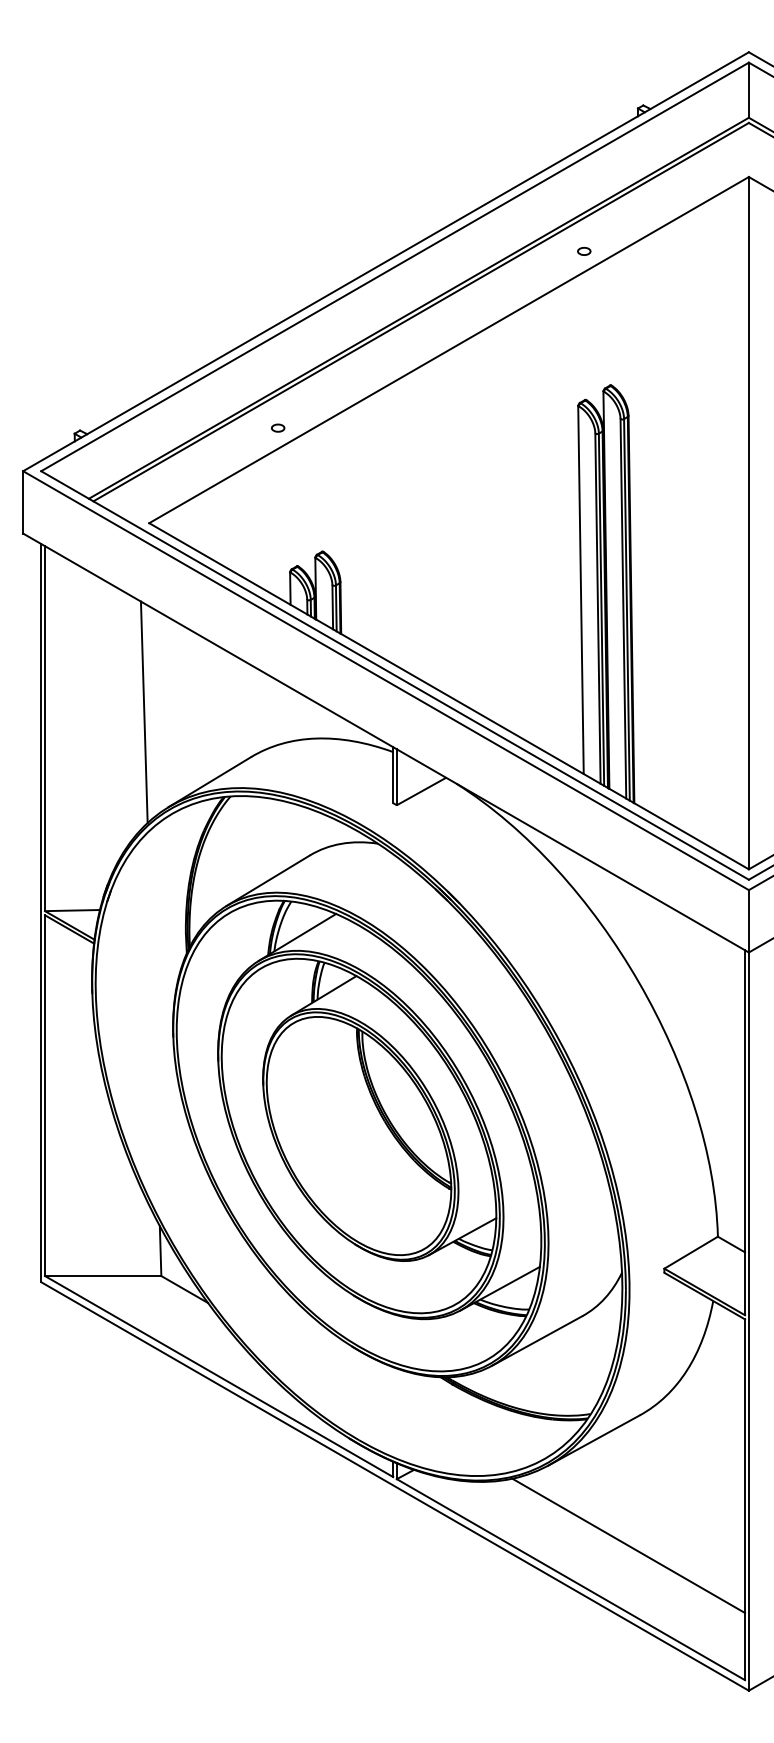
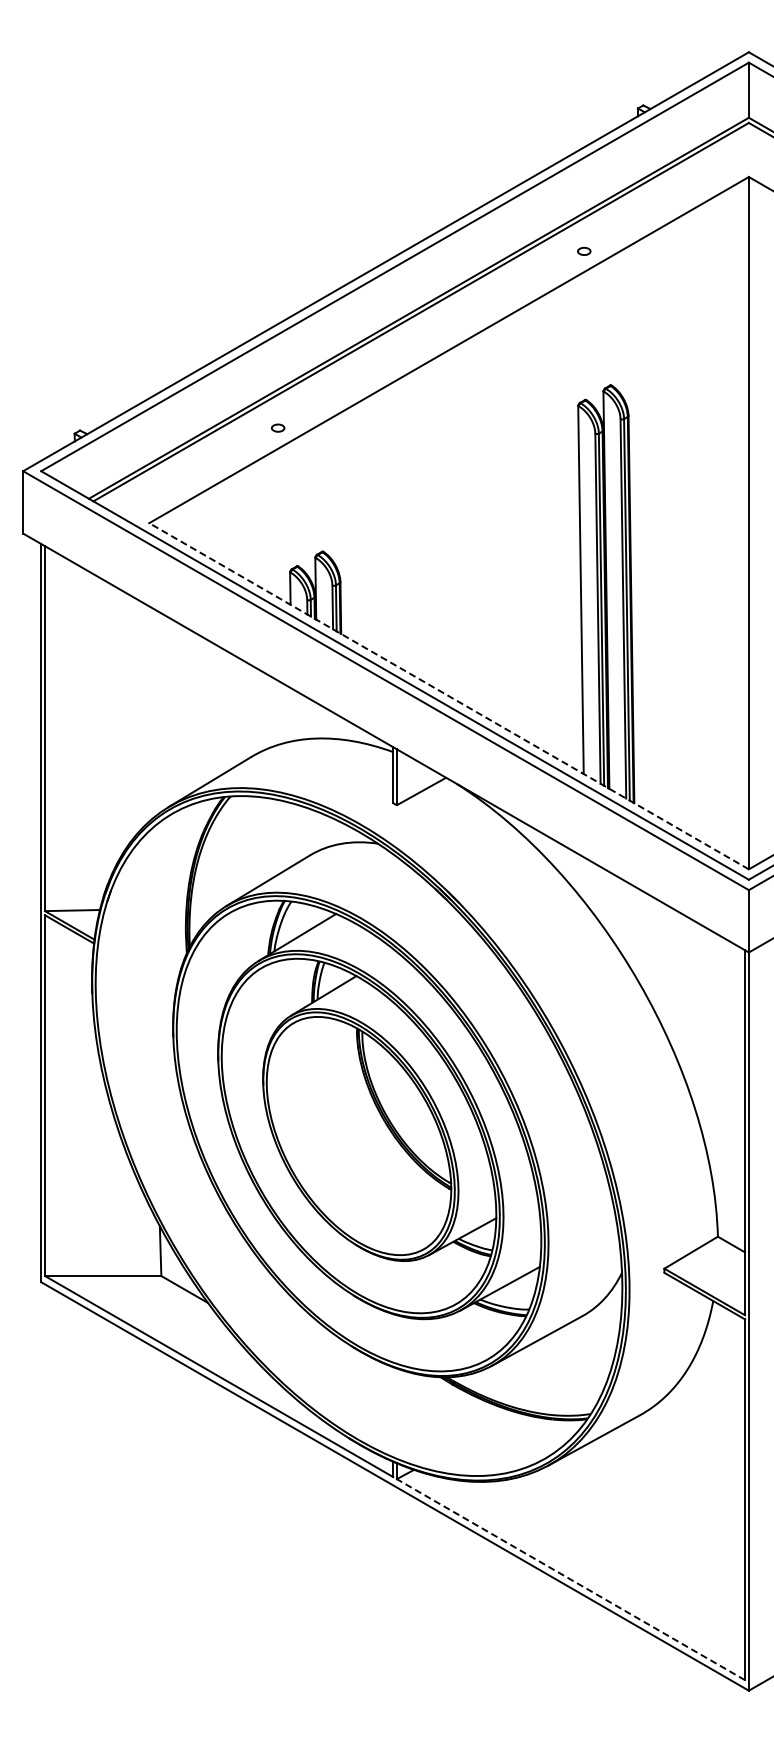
line at (448, 696): solid -> dashed
line at (143, 711): present -> none
line at (628, 1545): present -> none
line at (570, 1579): solid -> dashed
